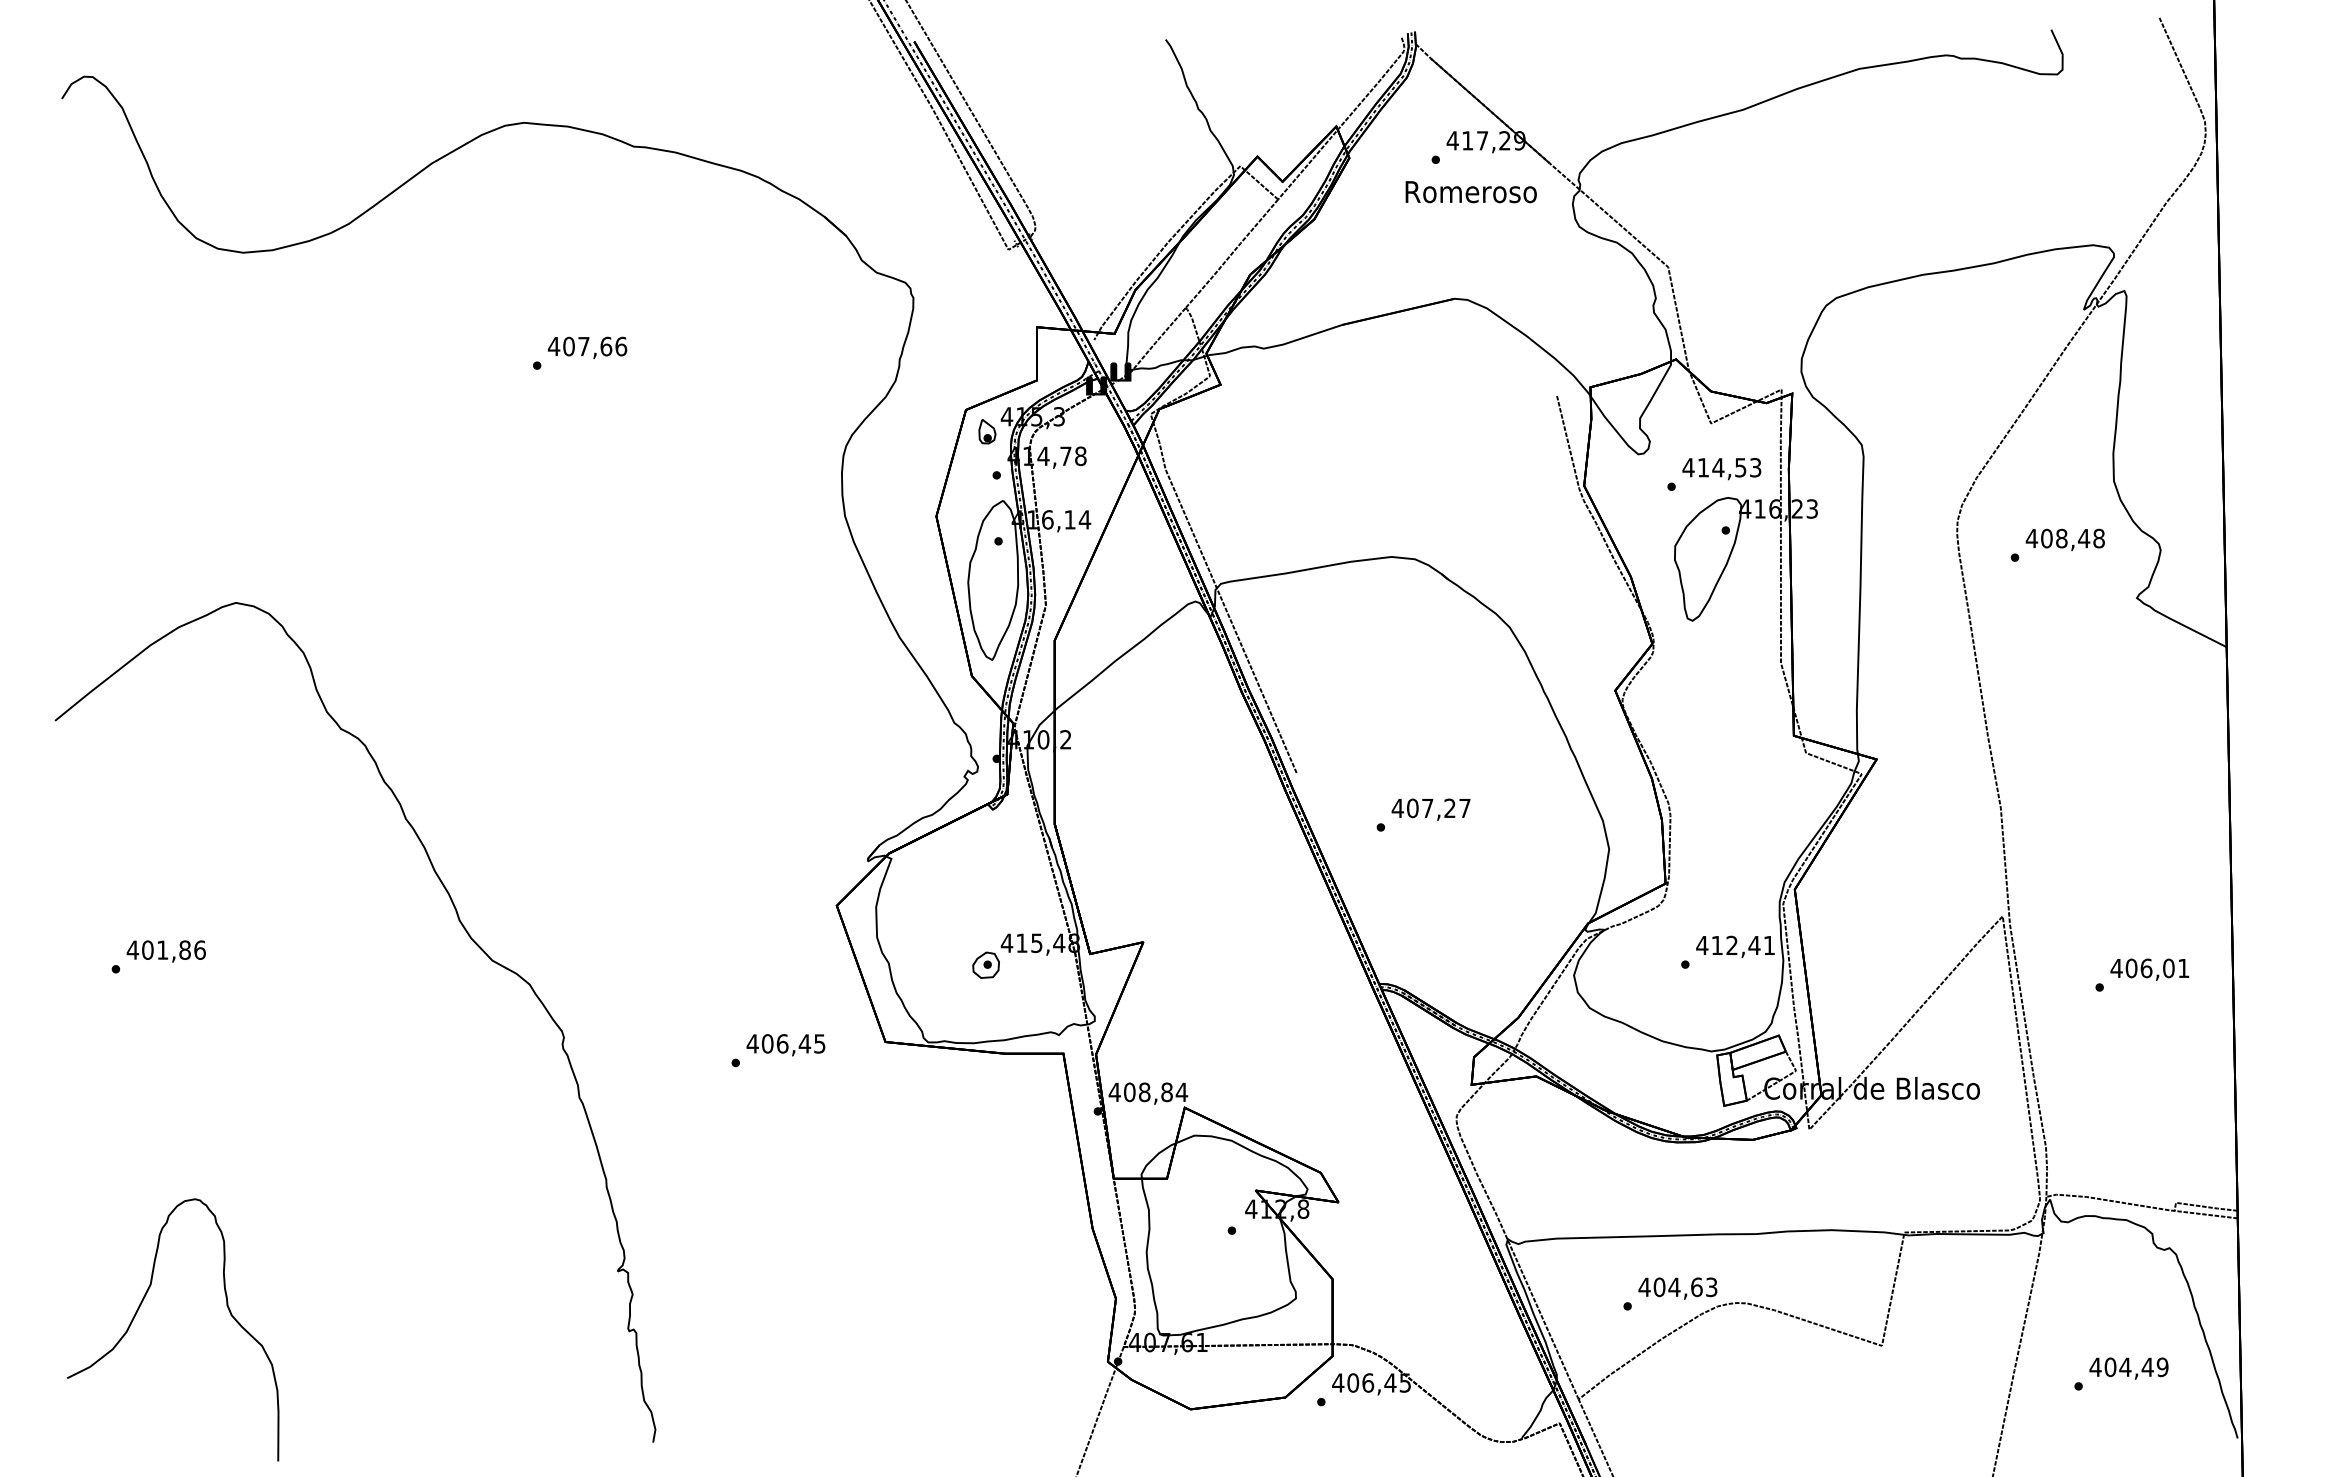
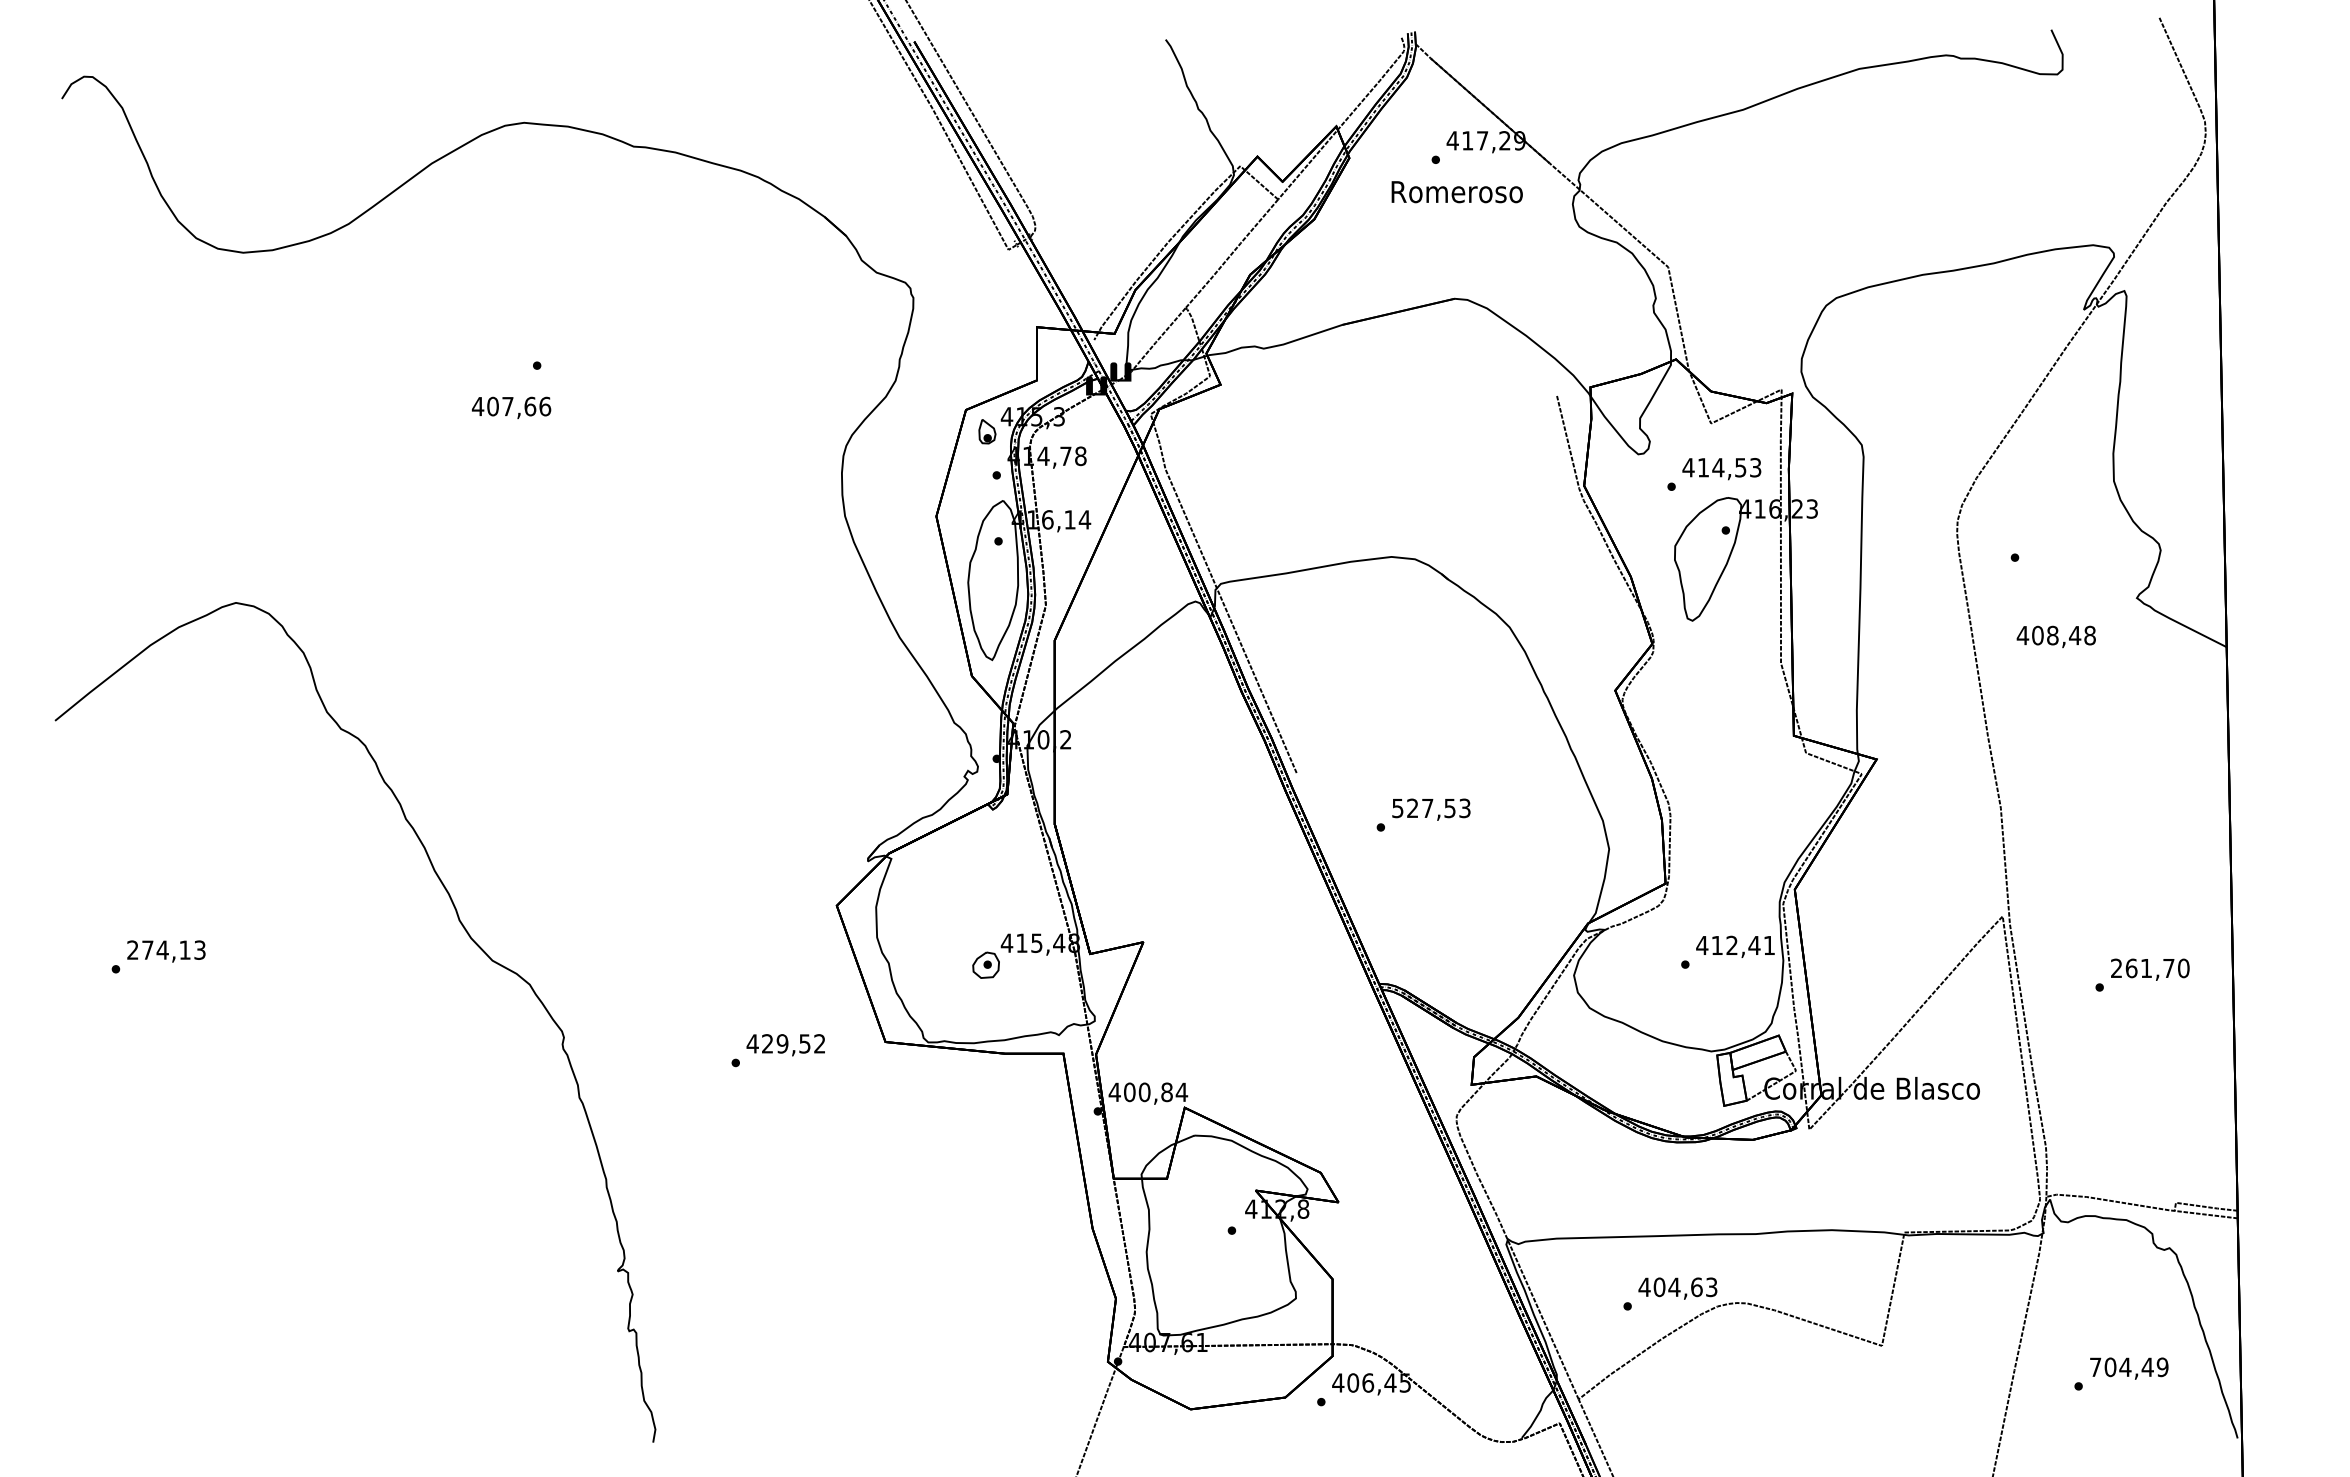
text at (1470, 192) position: (1470, 192) -> (1456, 192)
text at (587, 347) position: (587, 347) -> (511, 407)
text at (2064, 539) position: (2064, 539) -> (2055, 636)
text at (1430, 808): 407,27 -> 527,53
text at (165, 949): 401,86 -> 274,13
text at (2149, 968): 406,01 -> 261,70
text at (793, 1043): 406,45 -> 429,52
text at (1144, 1091): 408,84 -> 400,84
curve at (137, 1312): present -> none
text at (2095, 1366): 404,49 -> 704,49
